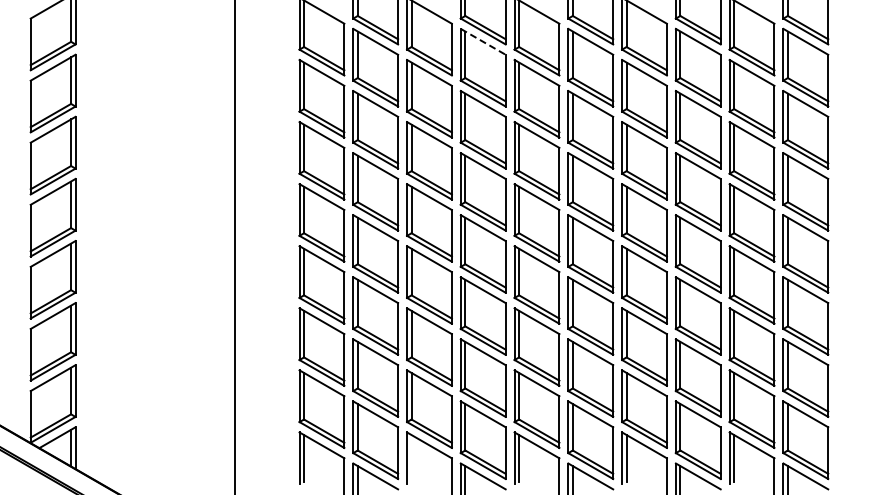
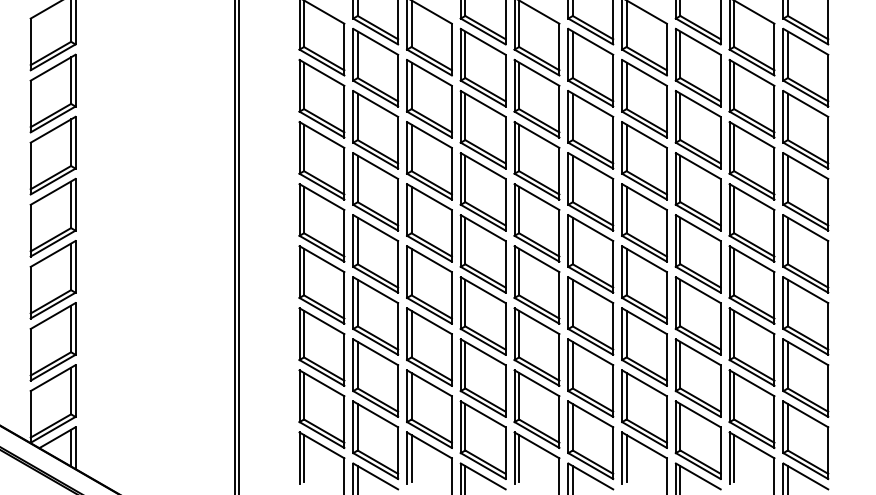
line at (483, 41): dashed -> solid
line at (239, 246): none -> present
line at (411, 458): none -> present
